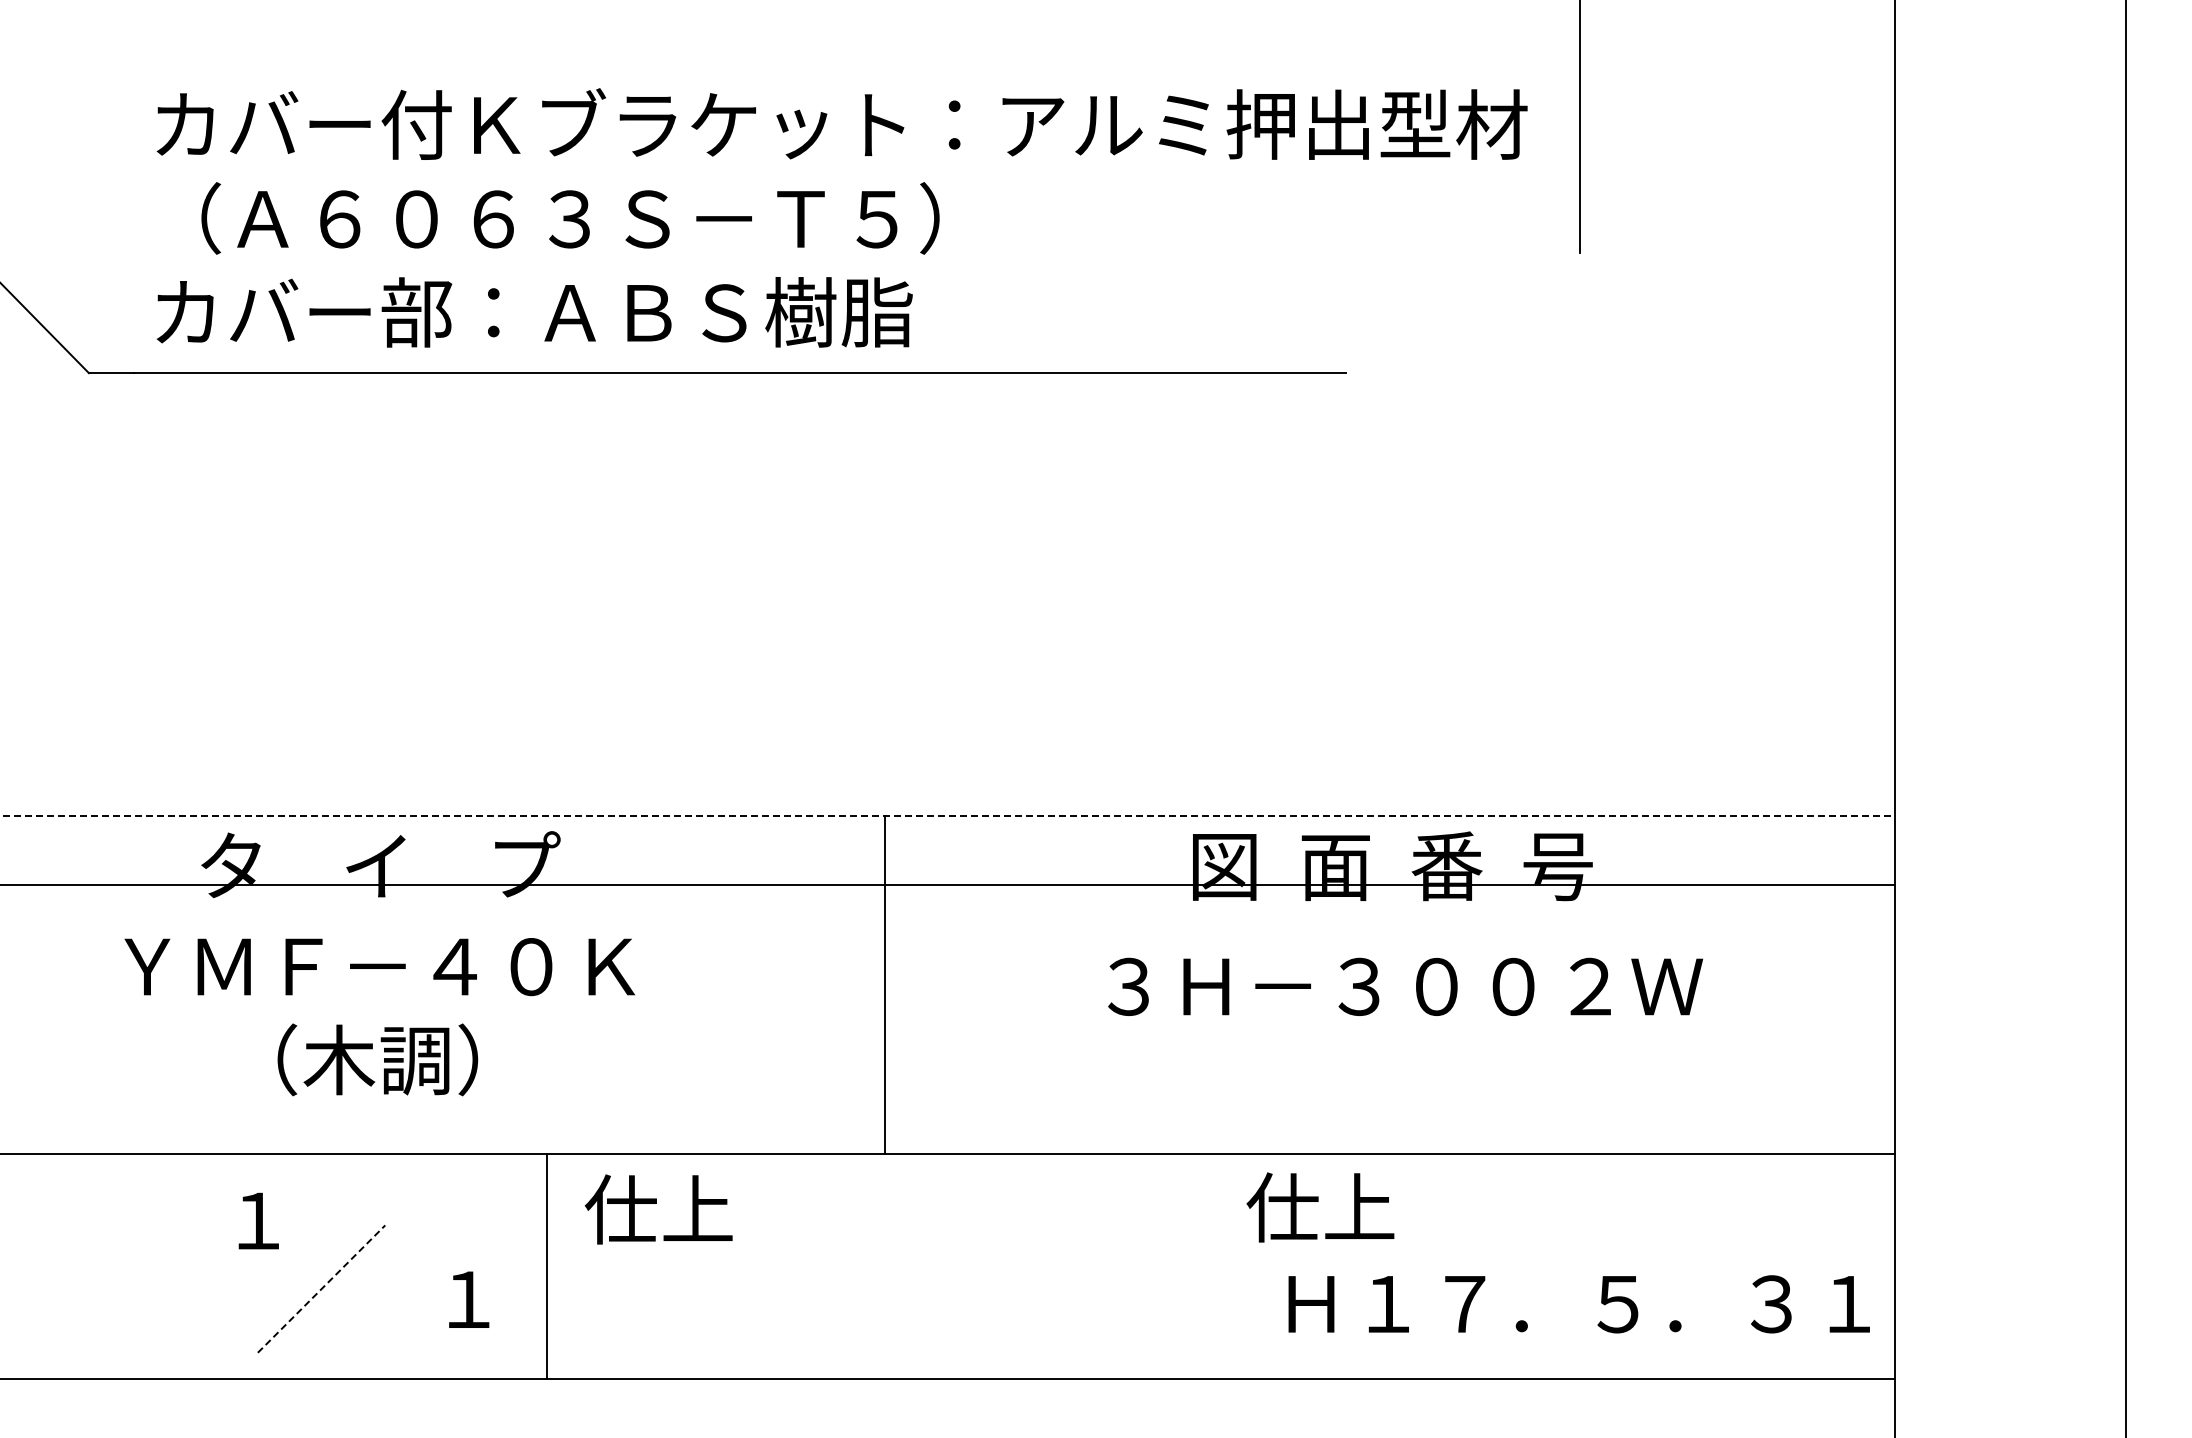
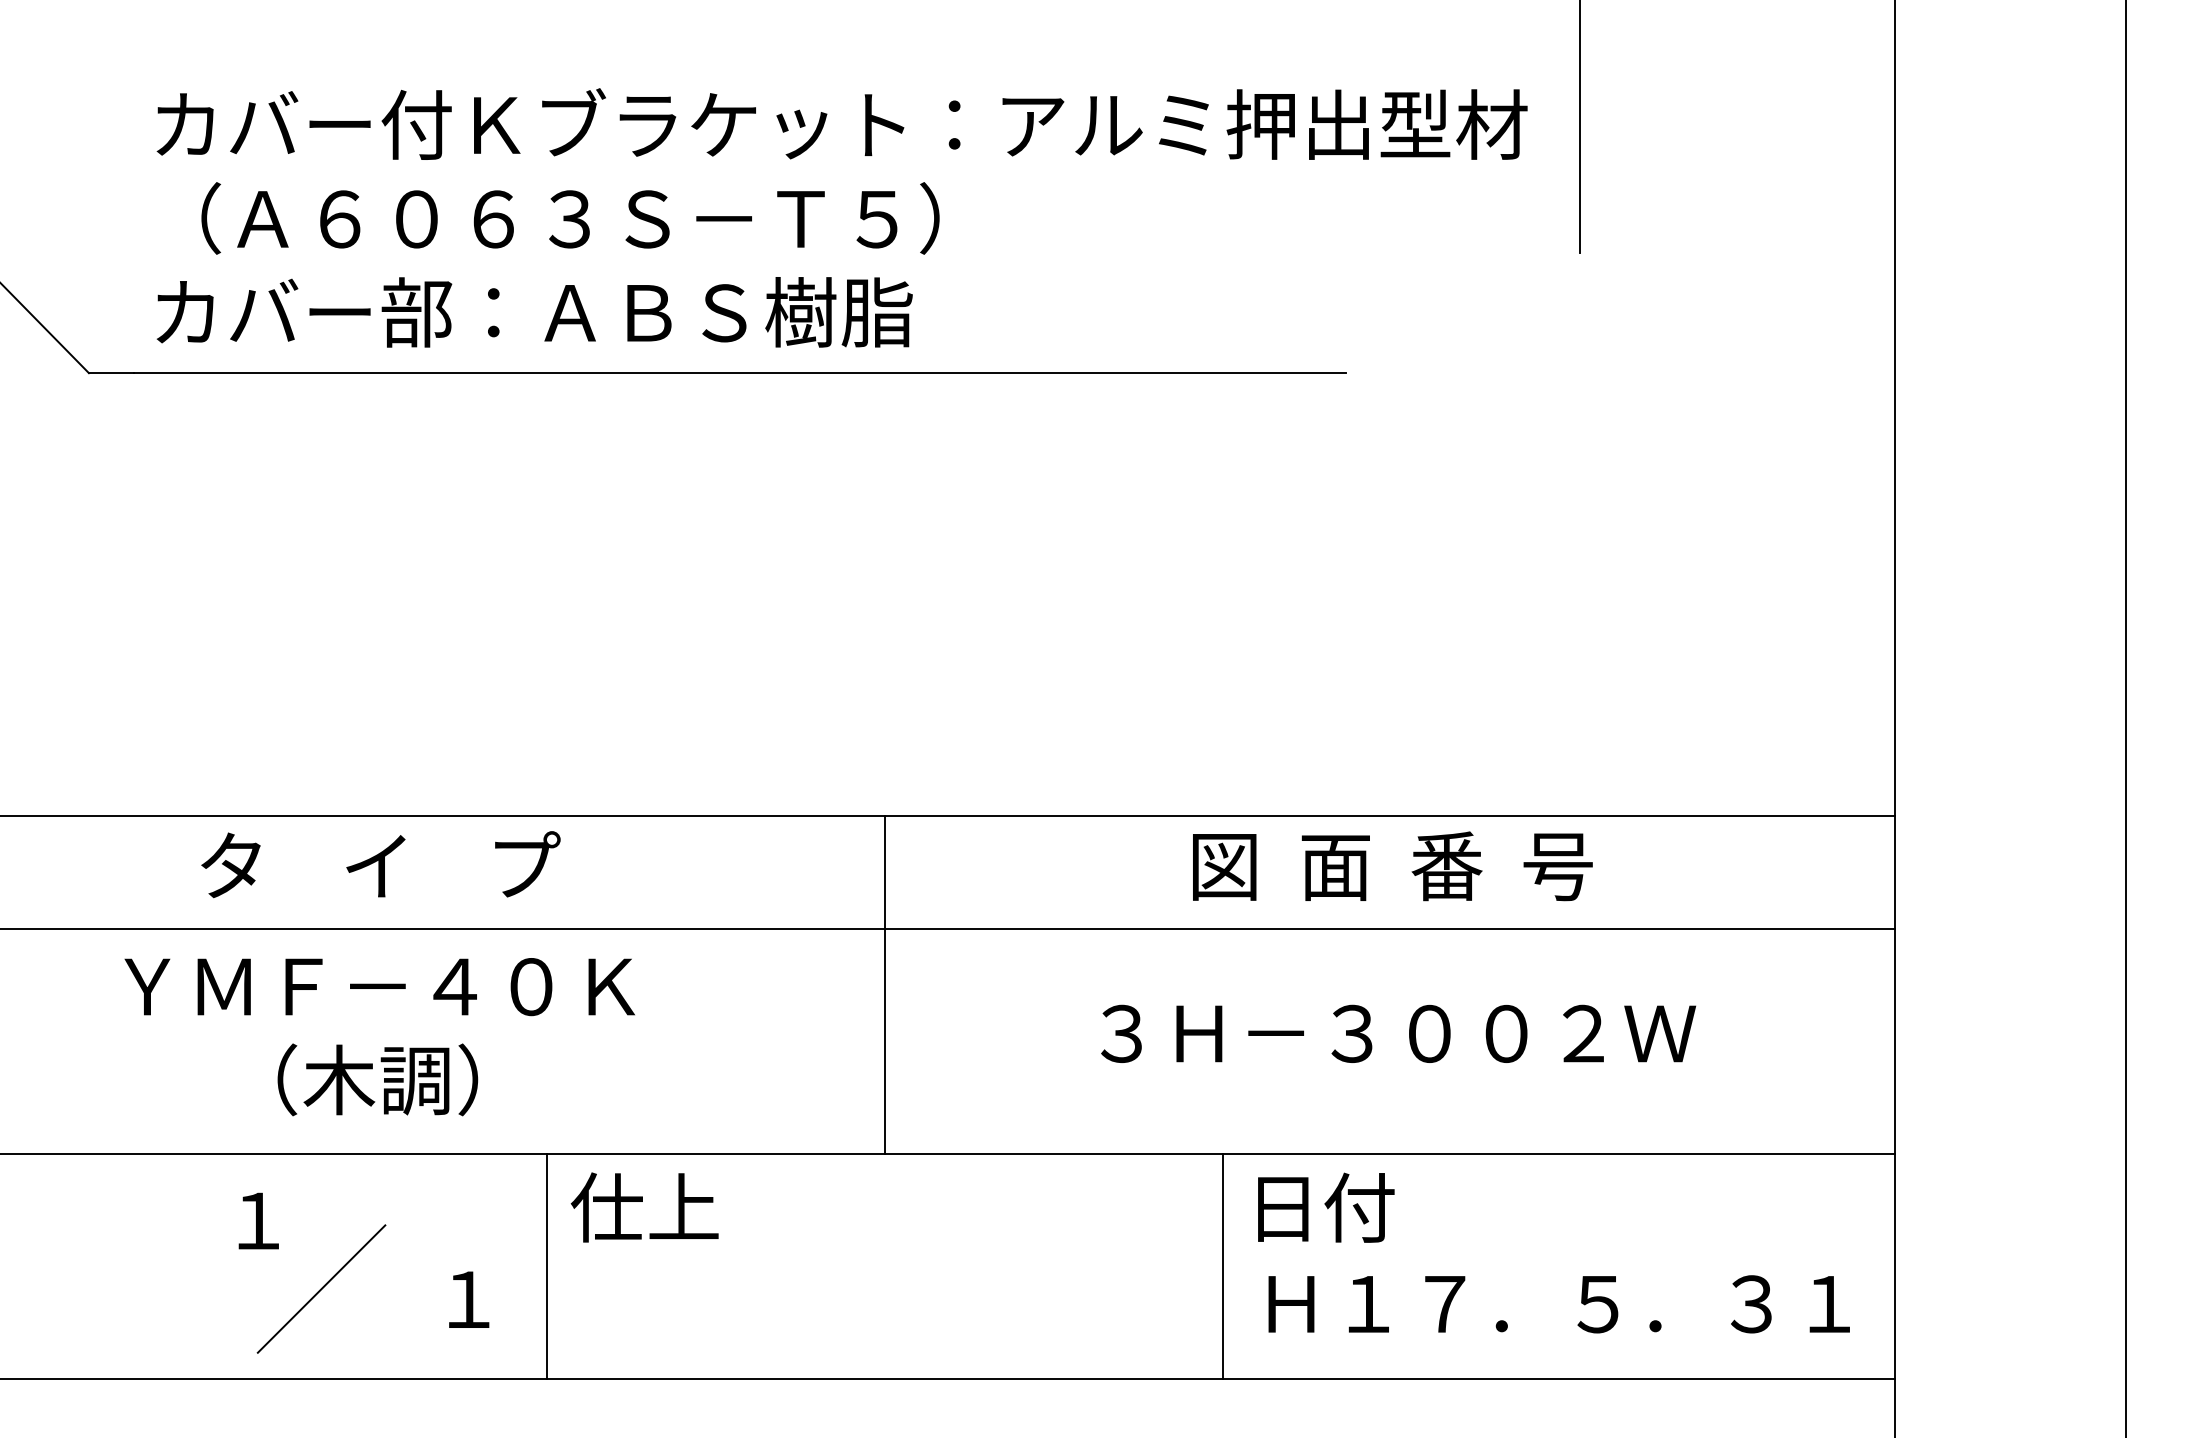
line at (948, 816): dashed -> solid
line at (948, 884) position: (948, 884) -> (948, 928)
text at (1405, 986) position: (1405, 986) -> (1398, 1033)
text at (379, 1017) position: (379, 1017) -> (379, 1037)
text at (1320, 1207): 仕上 -> 日付
text at (658, 1209) position: (658, 1209) -> (644, 1207)
line at (1222, 1266): none -> present
line at (321, 1288): dashed -> solid
text at (1578, 1304) position: (1578, 1304) -> (1558, 1304)
